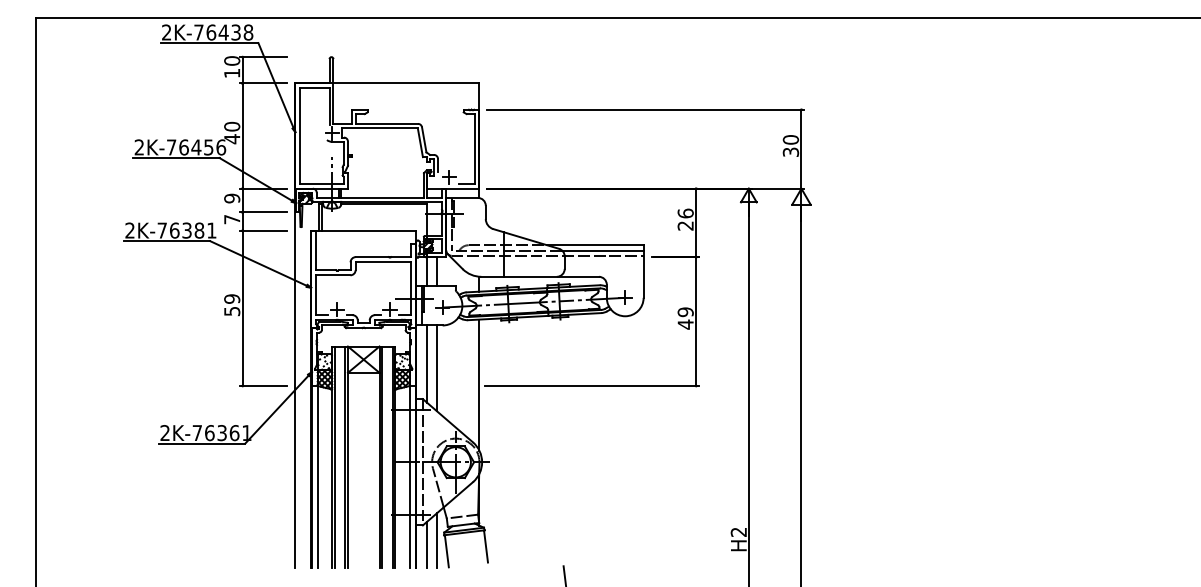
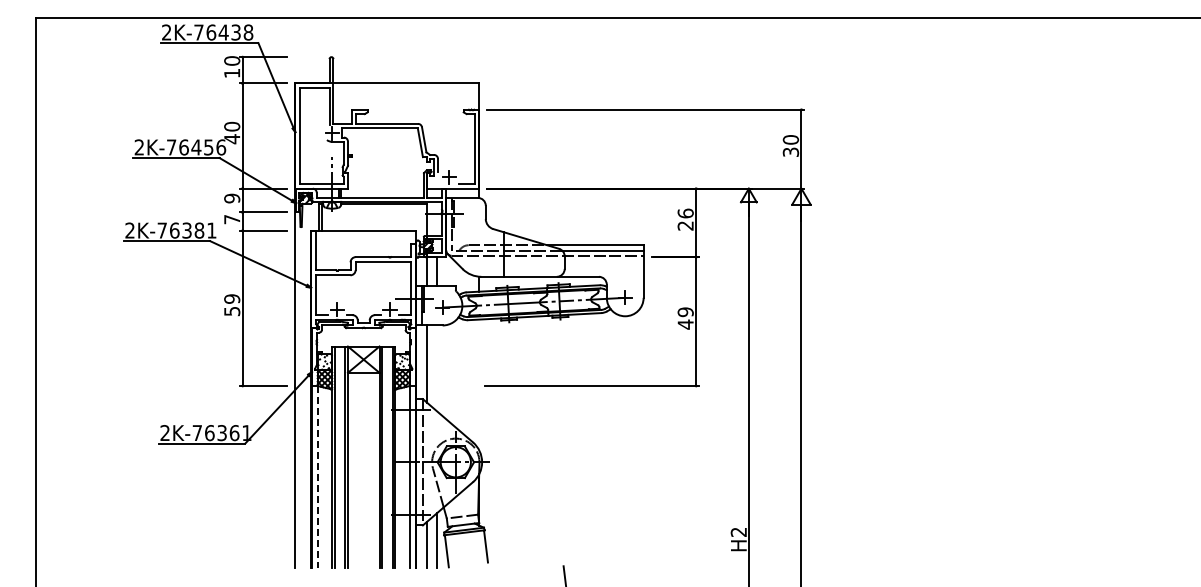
line at (437, 368): present -> none
line at (479, 384): present -> none
line at (317, 476): solid -> dashed
